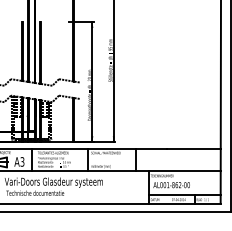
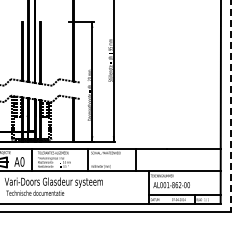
line at (231, 105): solid -> dashed
text at (22, 161): A3 -> A0
